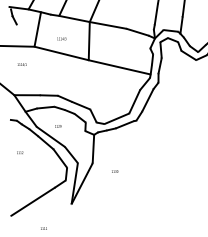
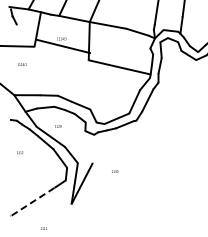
line at (61, 53) position: (61, 53) -> (63, 46)
line at (93, 148): present -> none
line at (33, 201): solid -> dashed
